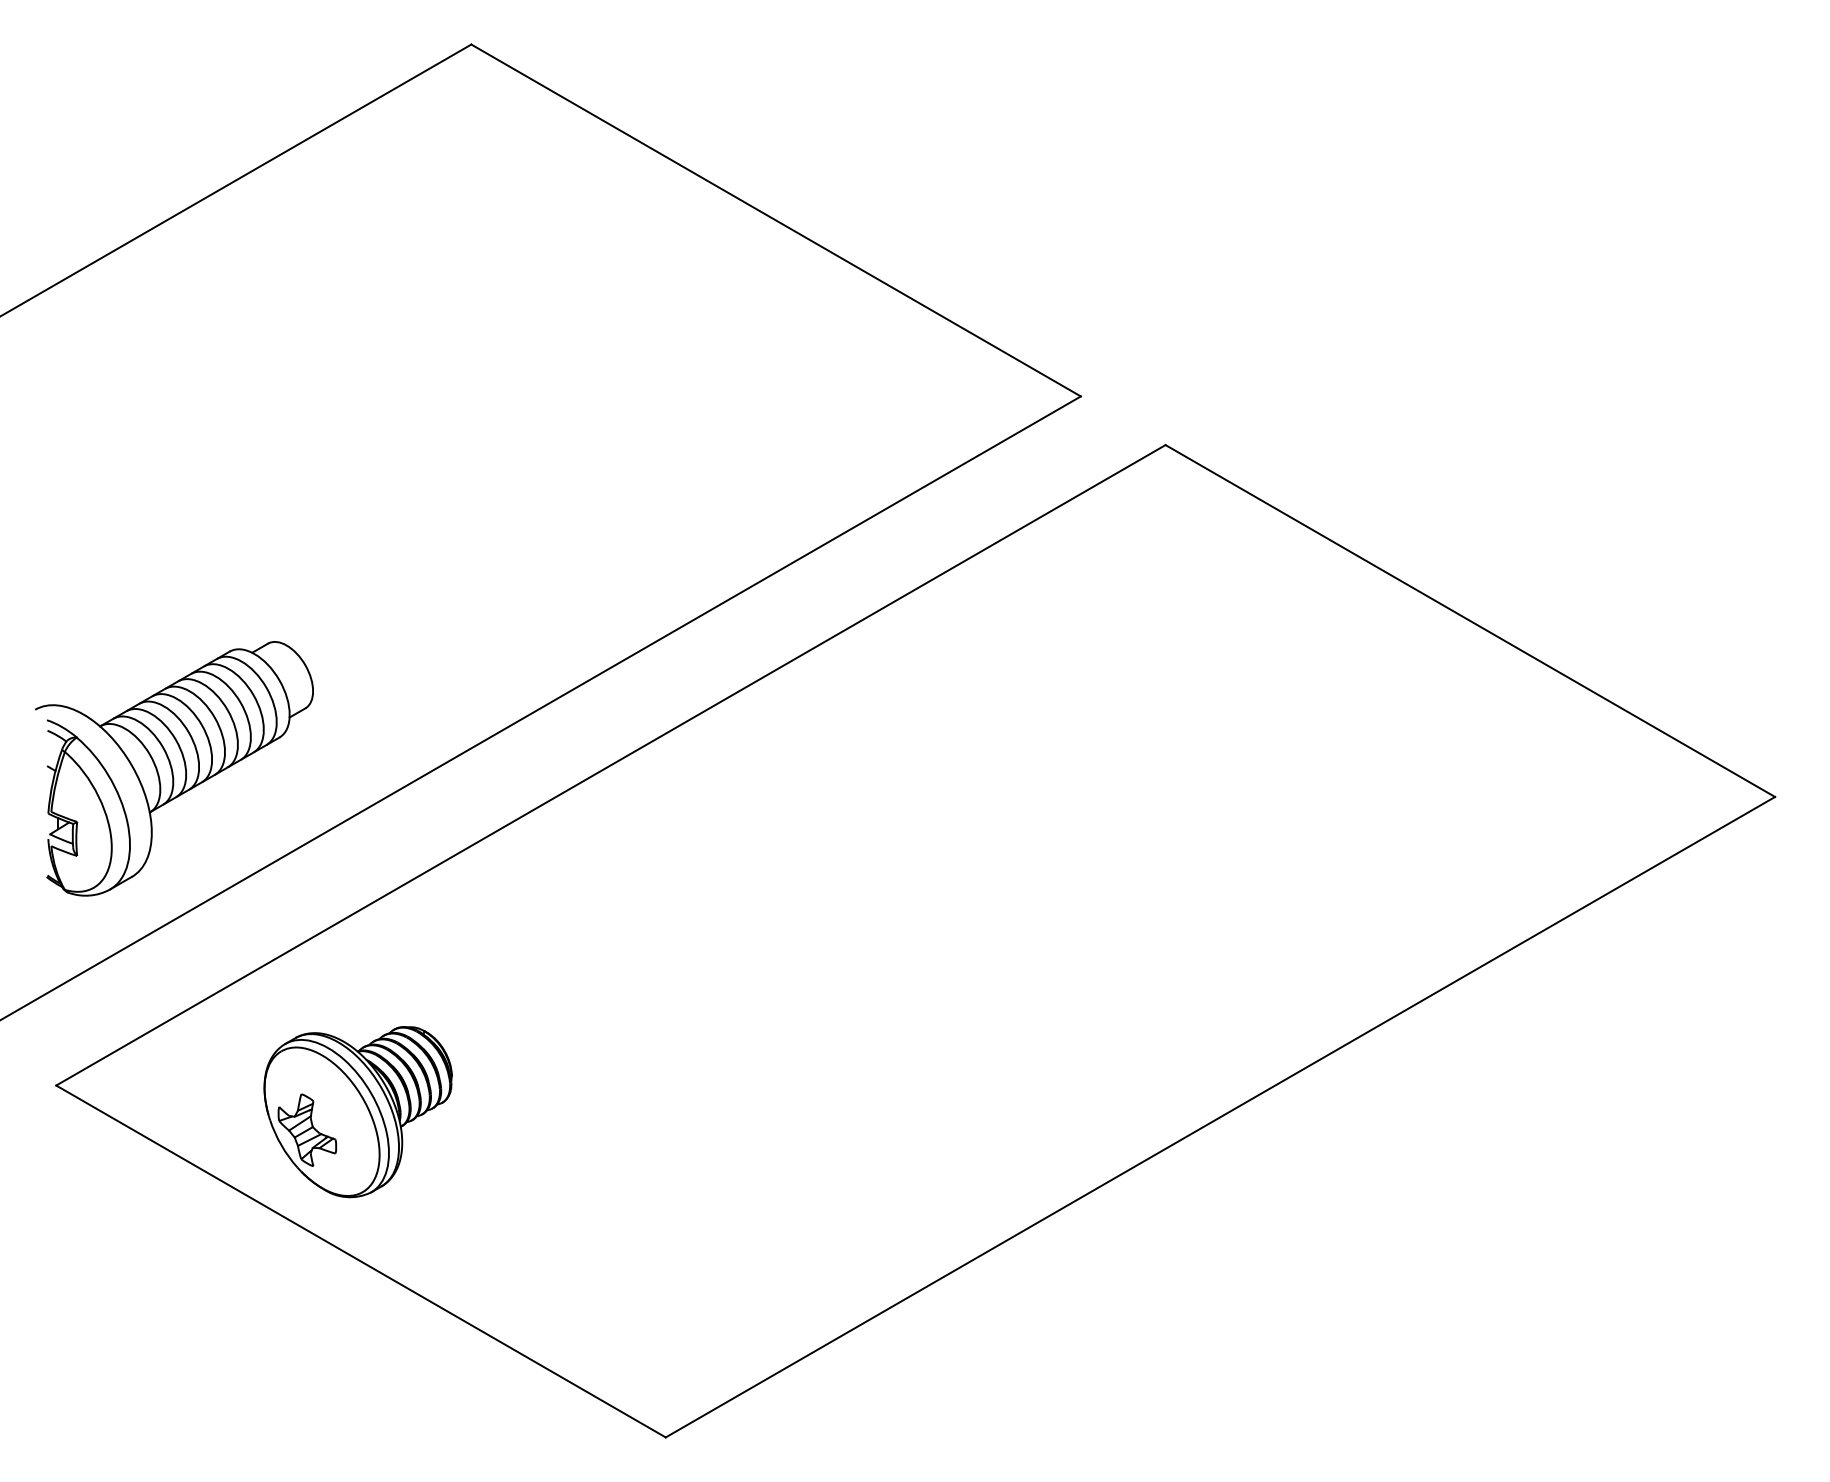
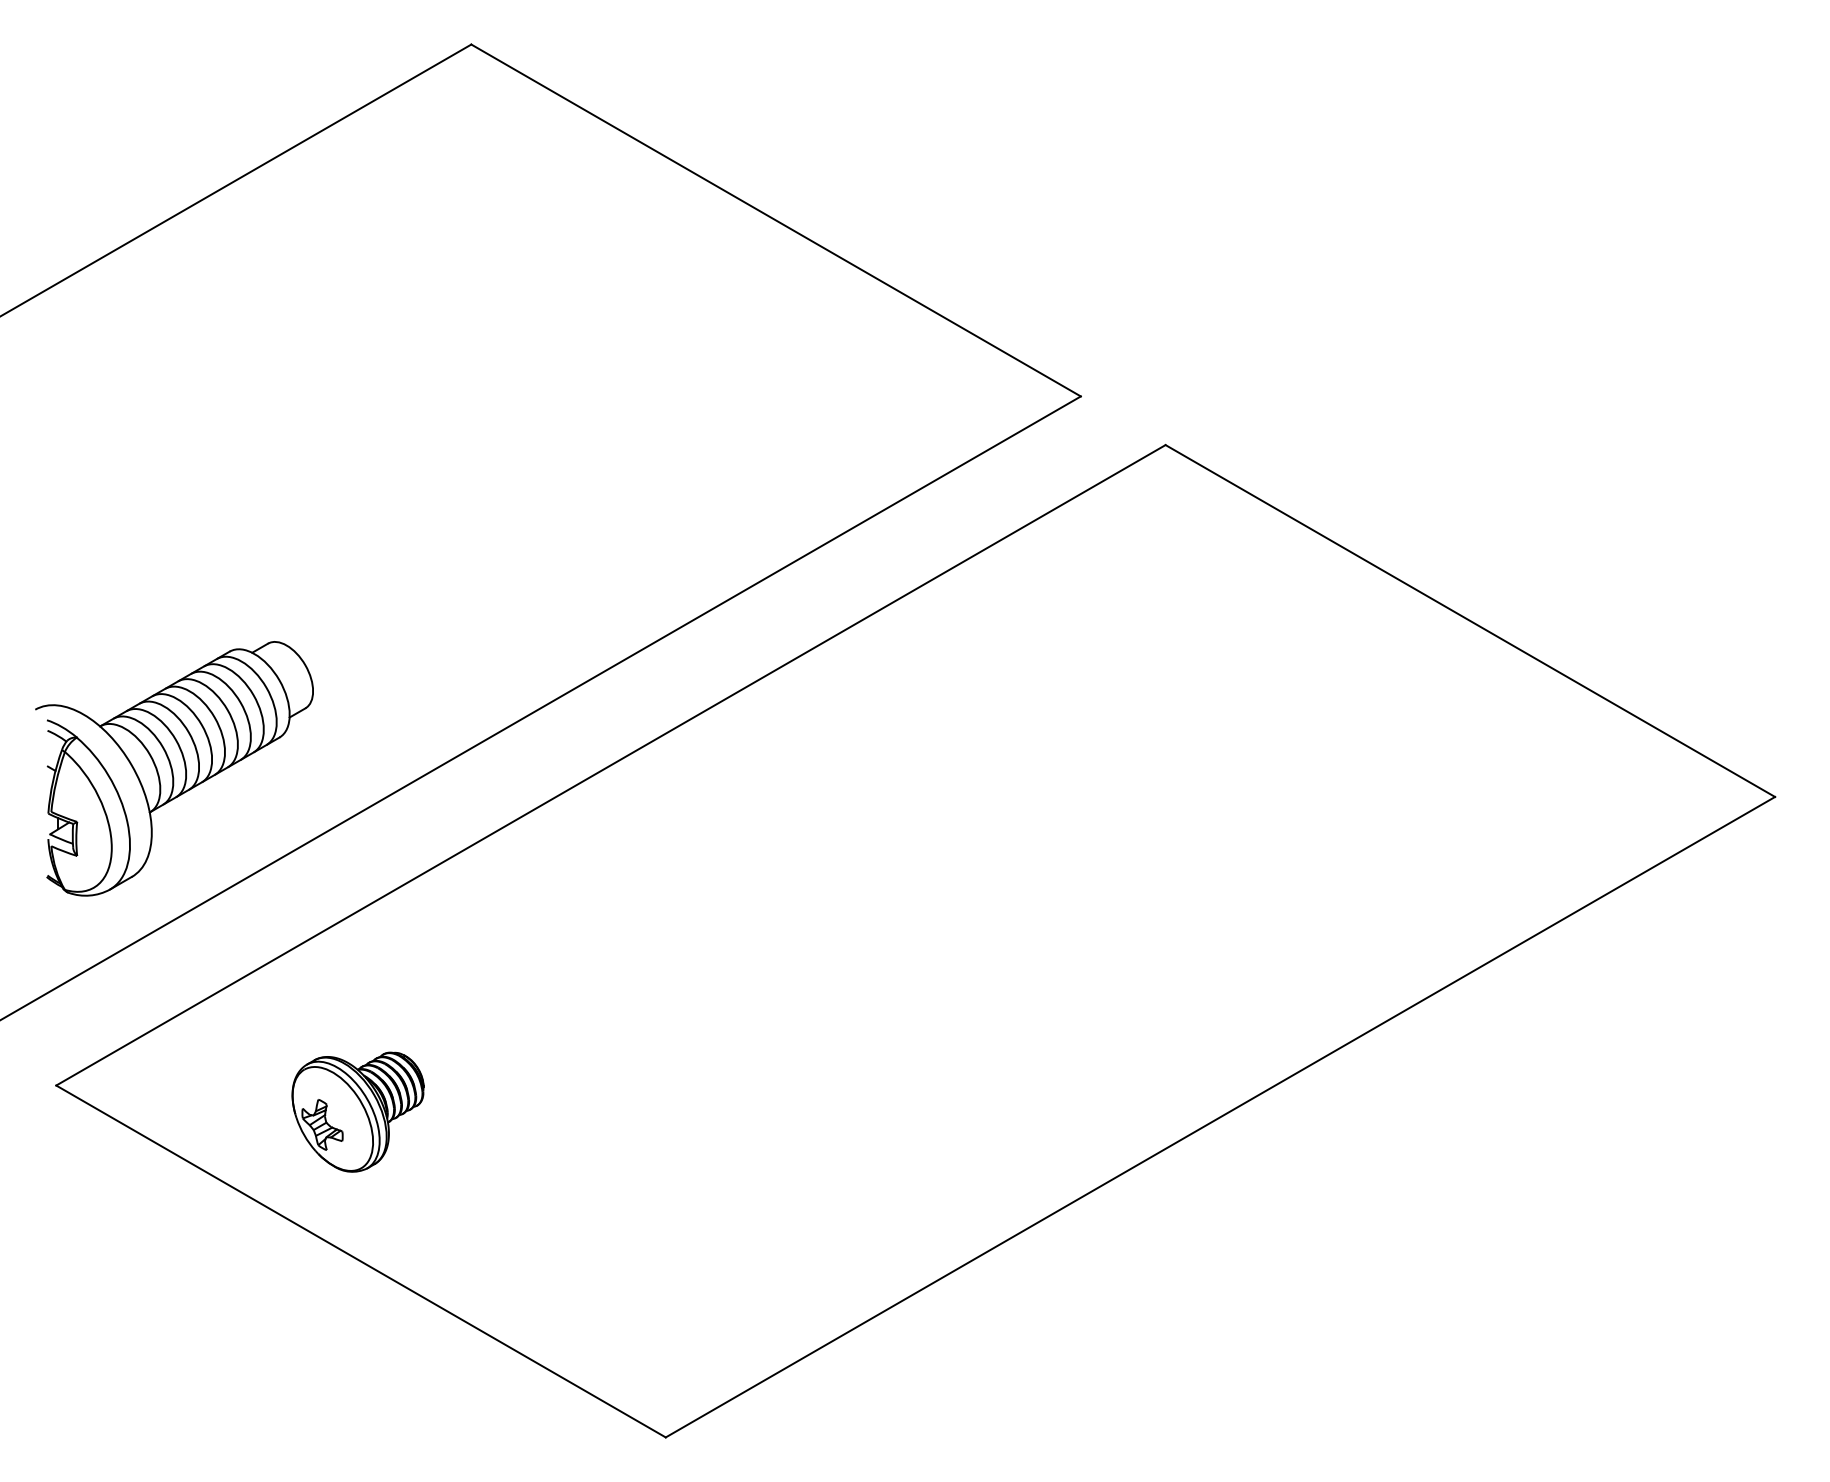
part at (357, 1112) size: 190x173 px -> 134x122 px
